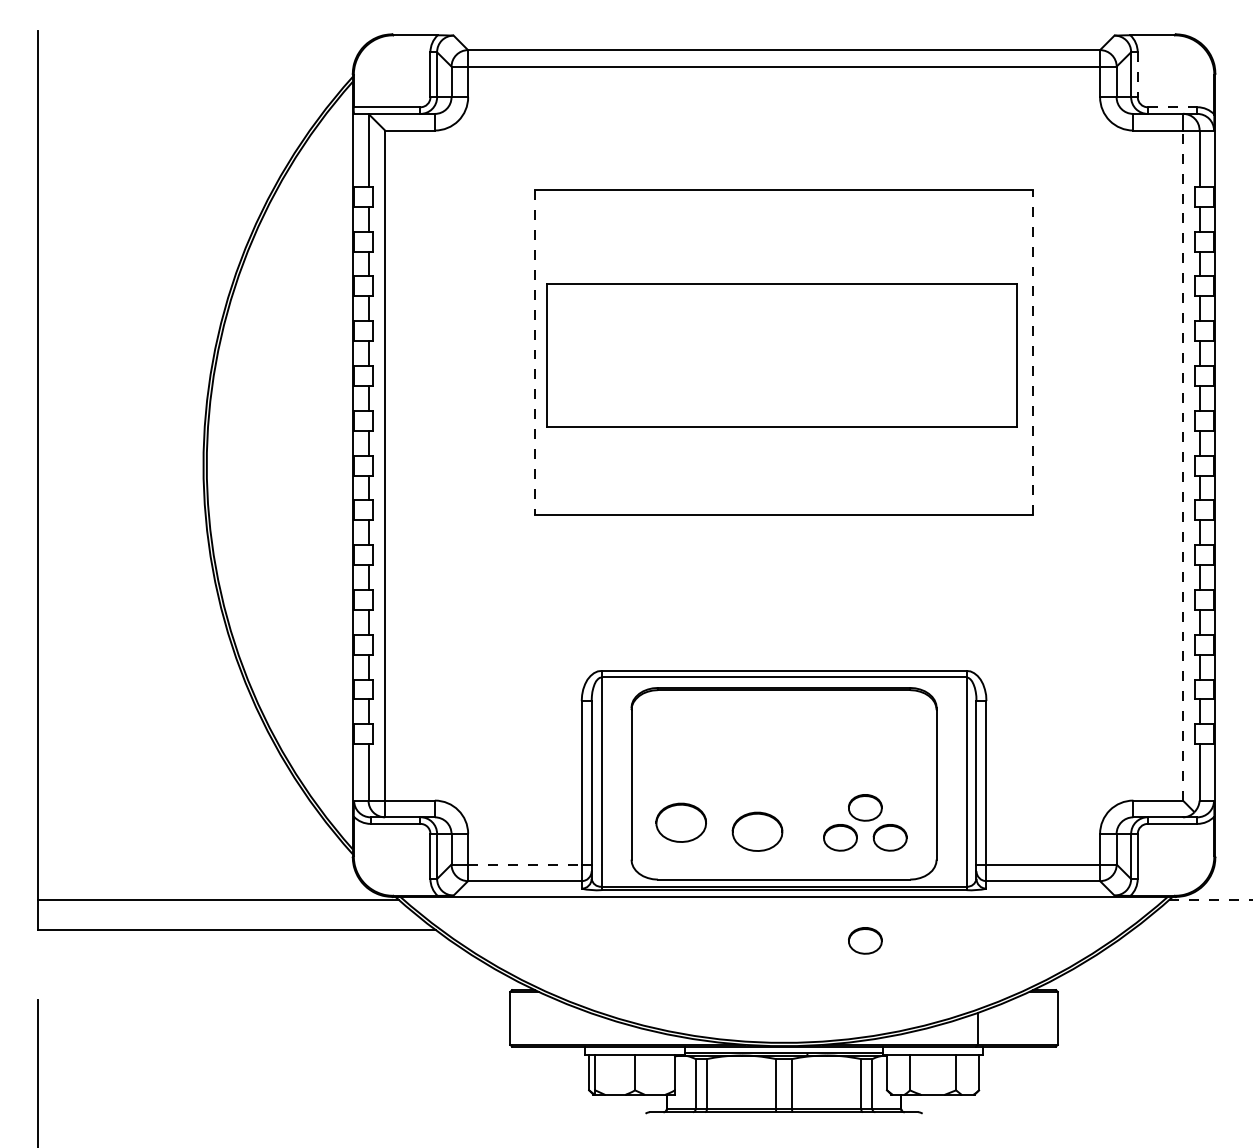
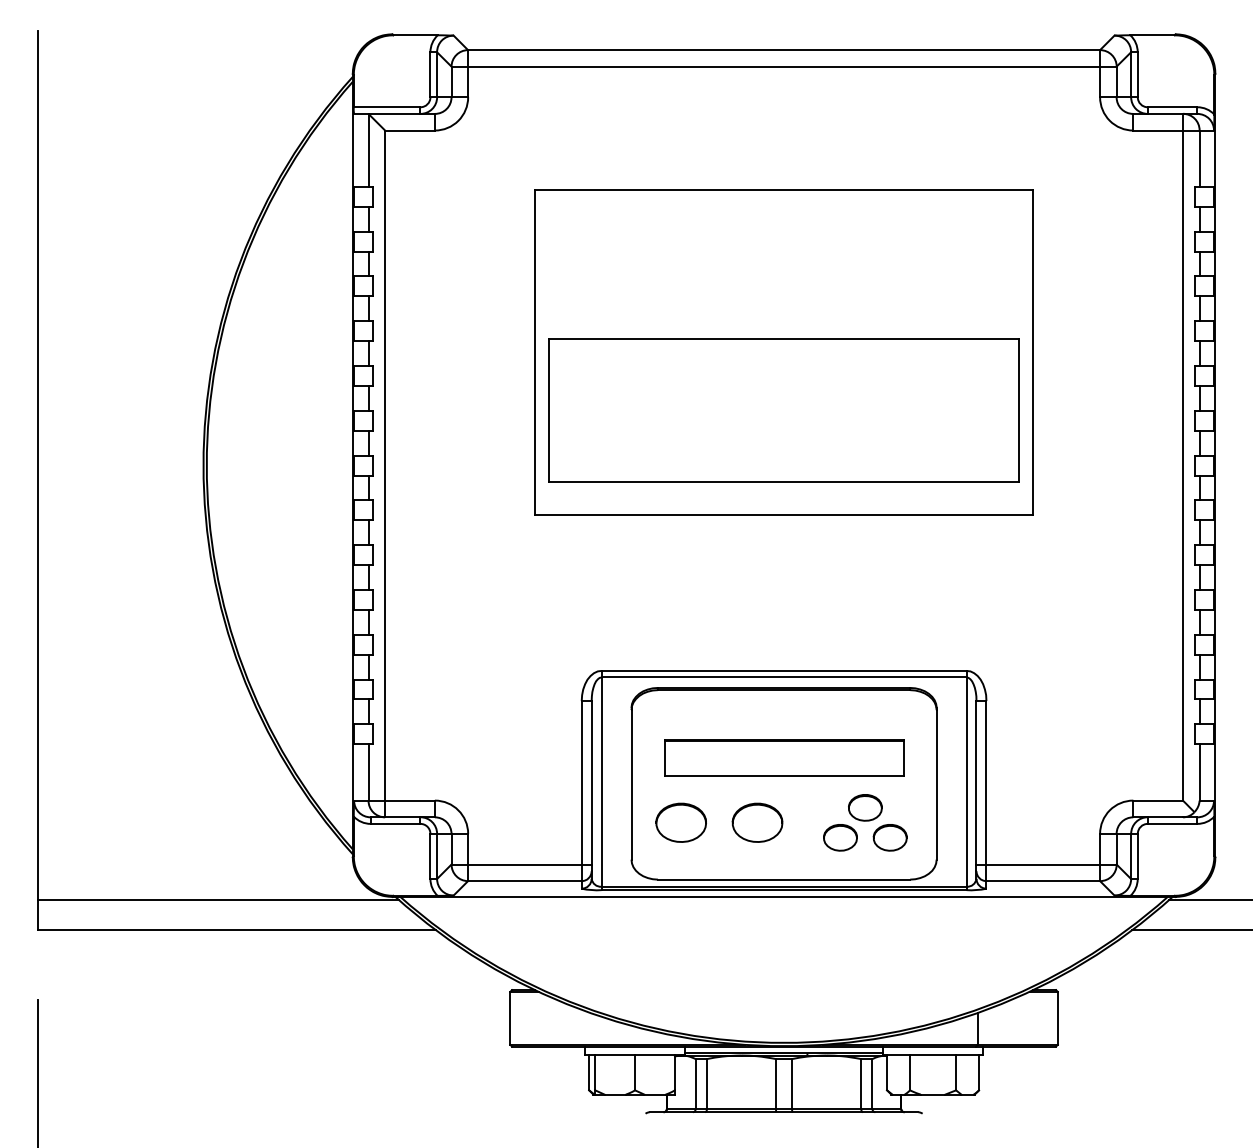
line at (1137, 74): dashed -> solid
line at (1172, 107): dashed -> solid
line at (535, 352): dashed -> solid
line at (1032, 352): dashed -> solid
part at (781, 355) position: (781, 355) -> (783, 410)
line at (1183, 465): dashed -> solid
part at (784, 757): none -> present
part at (757, 831) position: (757, 831) -> (757, 822)
line at (524, 864): dashed -> solid
line at (1211, 900): dashed -> solid
line at (1190, 930): none -> present
part at (865, 940): present -> none
